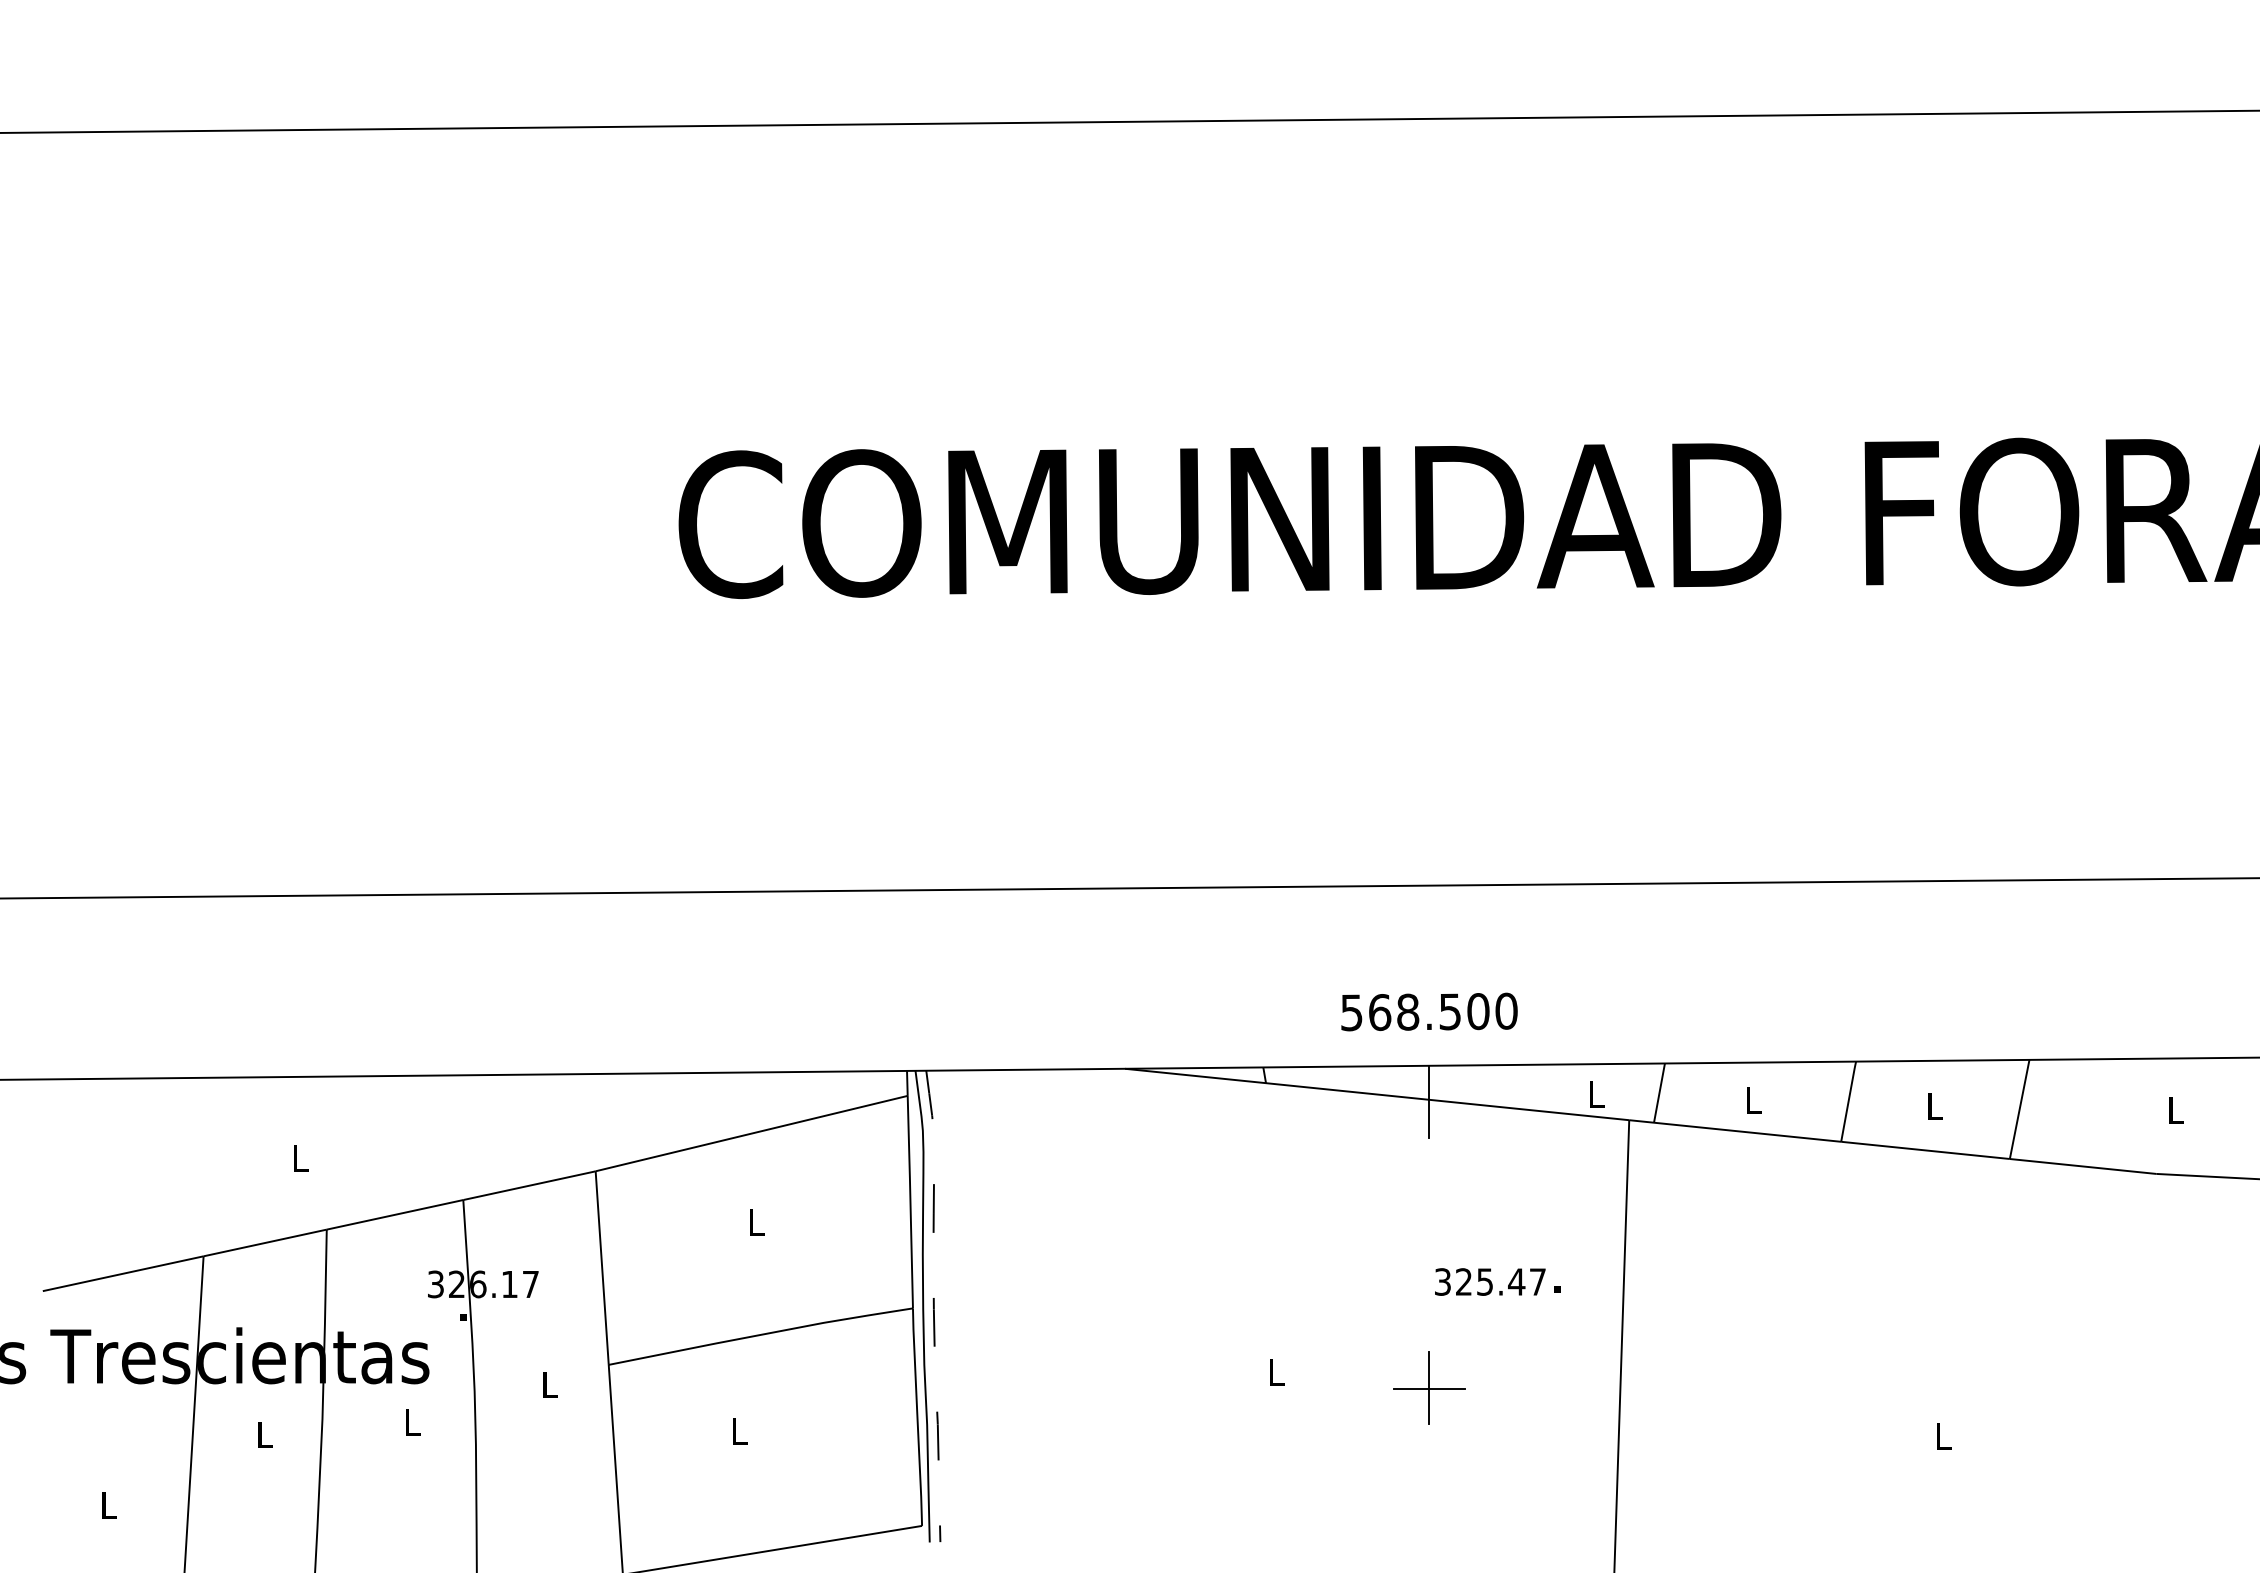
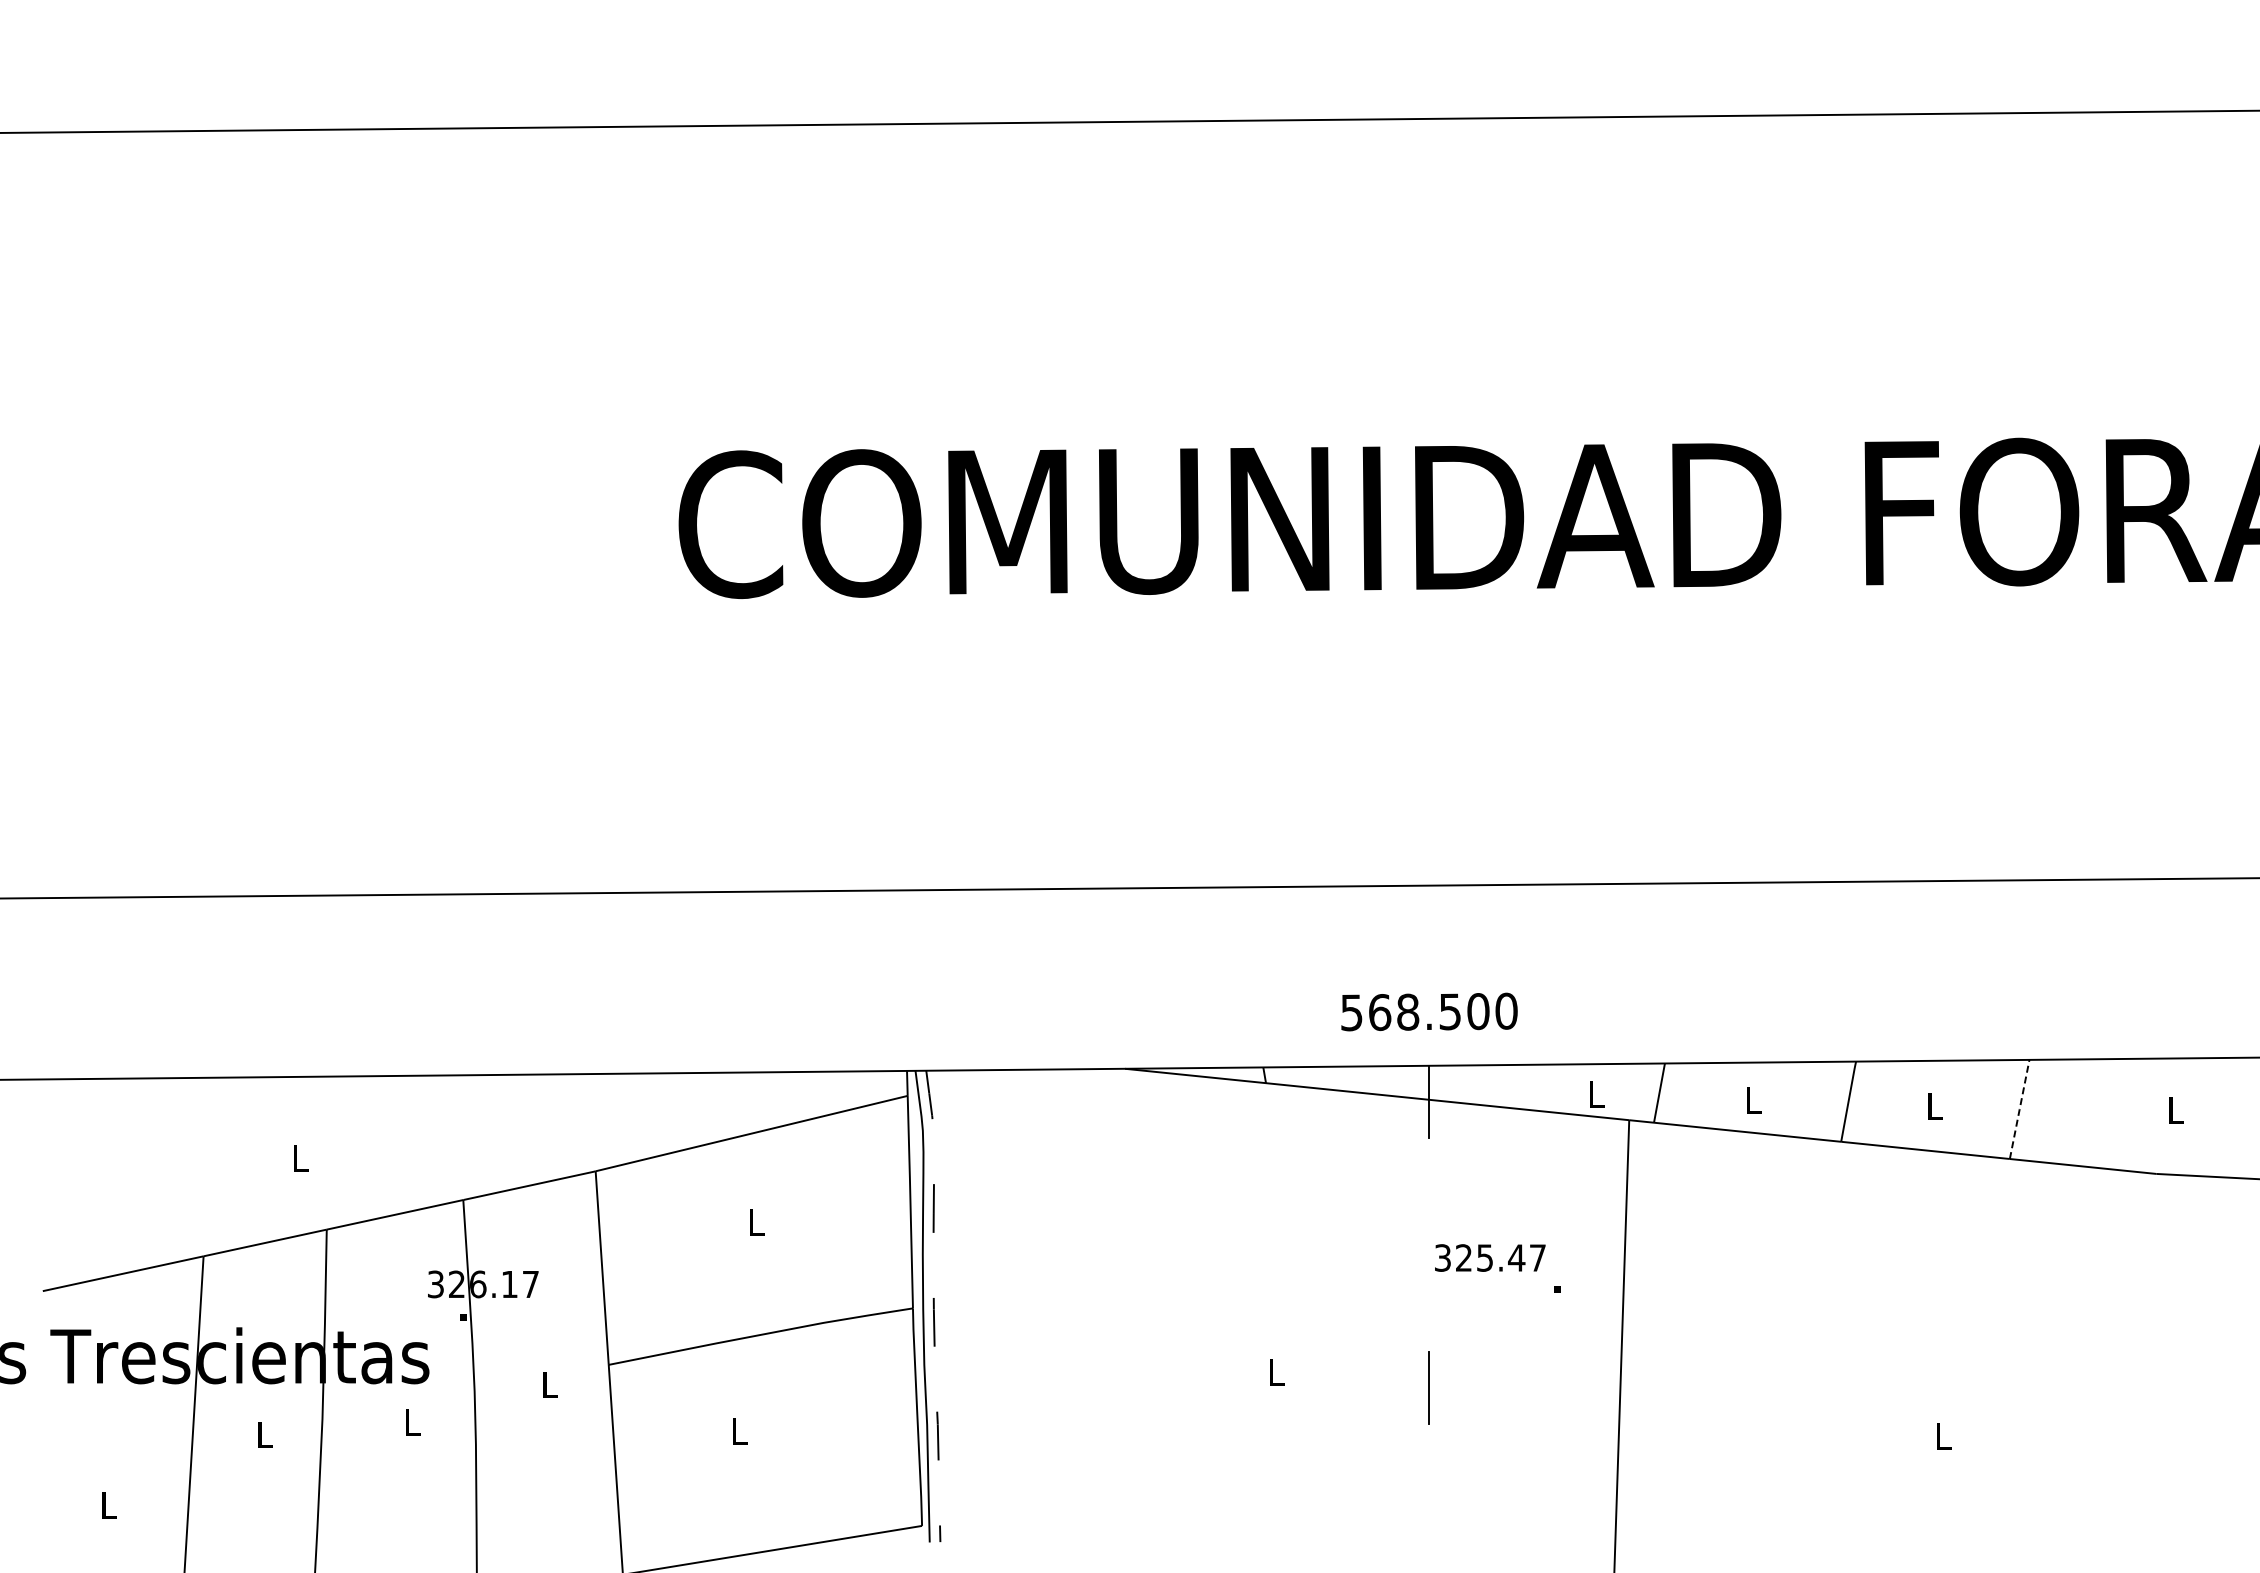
line at (2019, 1109): solid -> dashed
text at (1490, 1281) position: (1490, 1281) -> (1490, 1257)
line at (1429, 1389): present -> none
